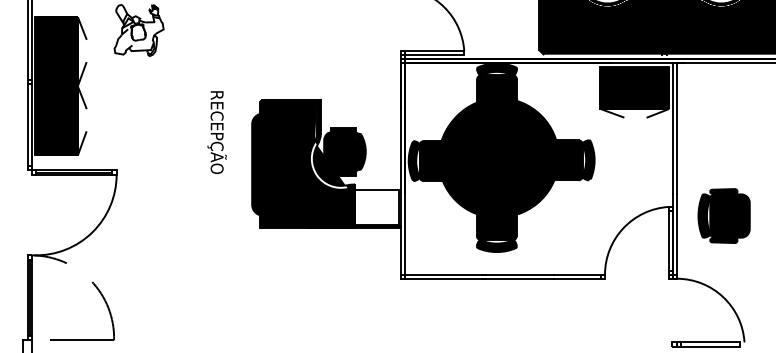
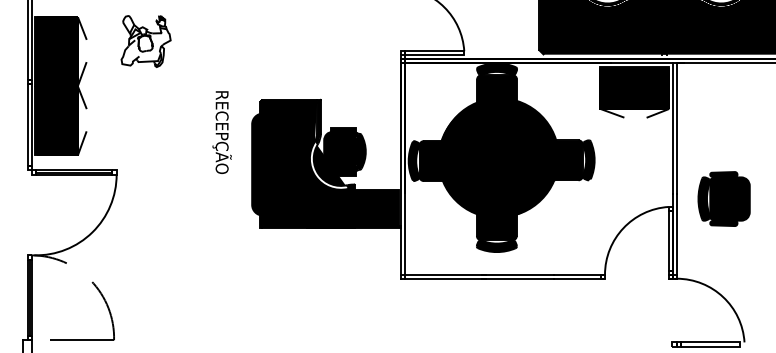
part at (138, 30) position: (138, 30) -> (145, 41)
text at (216, 132) position: (216, 132) -> (221, 132)
fill at (376, 207): none -> present
part at (723, 215) position: (723, 215) -> (723, 198)
